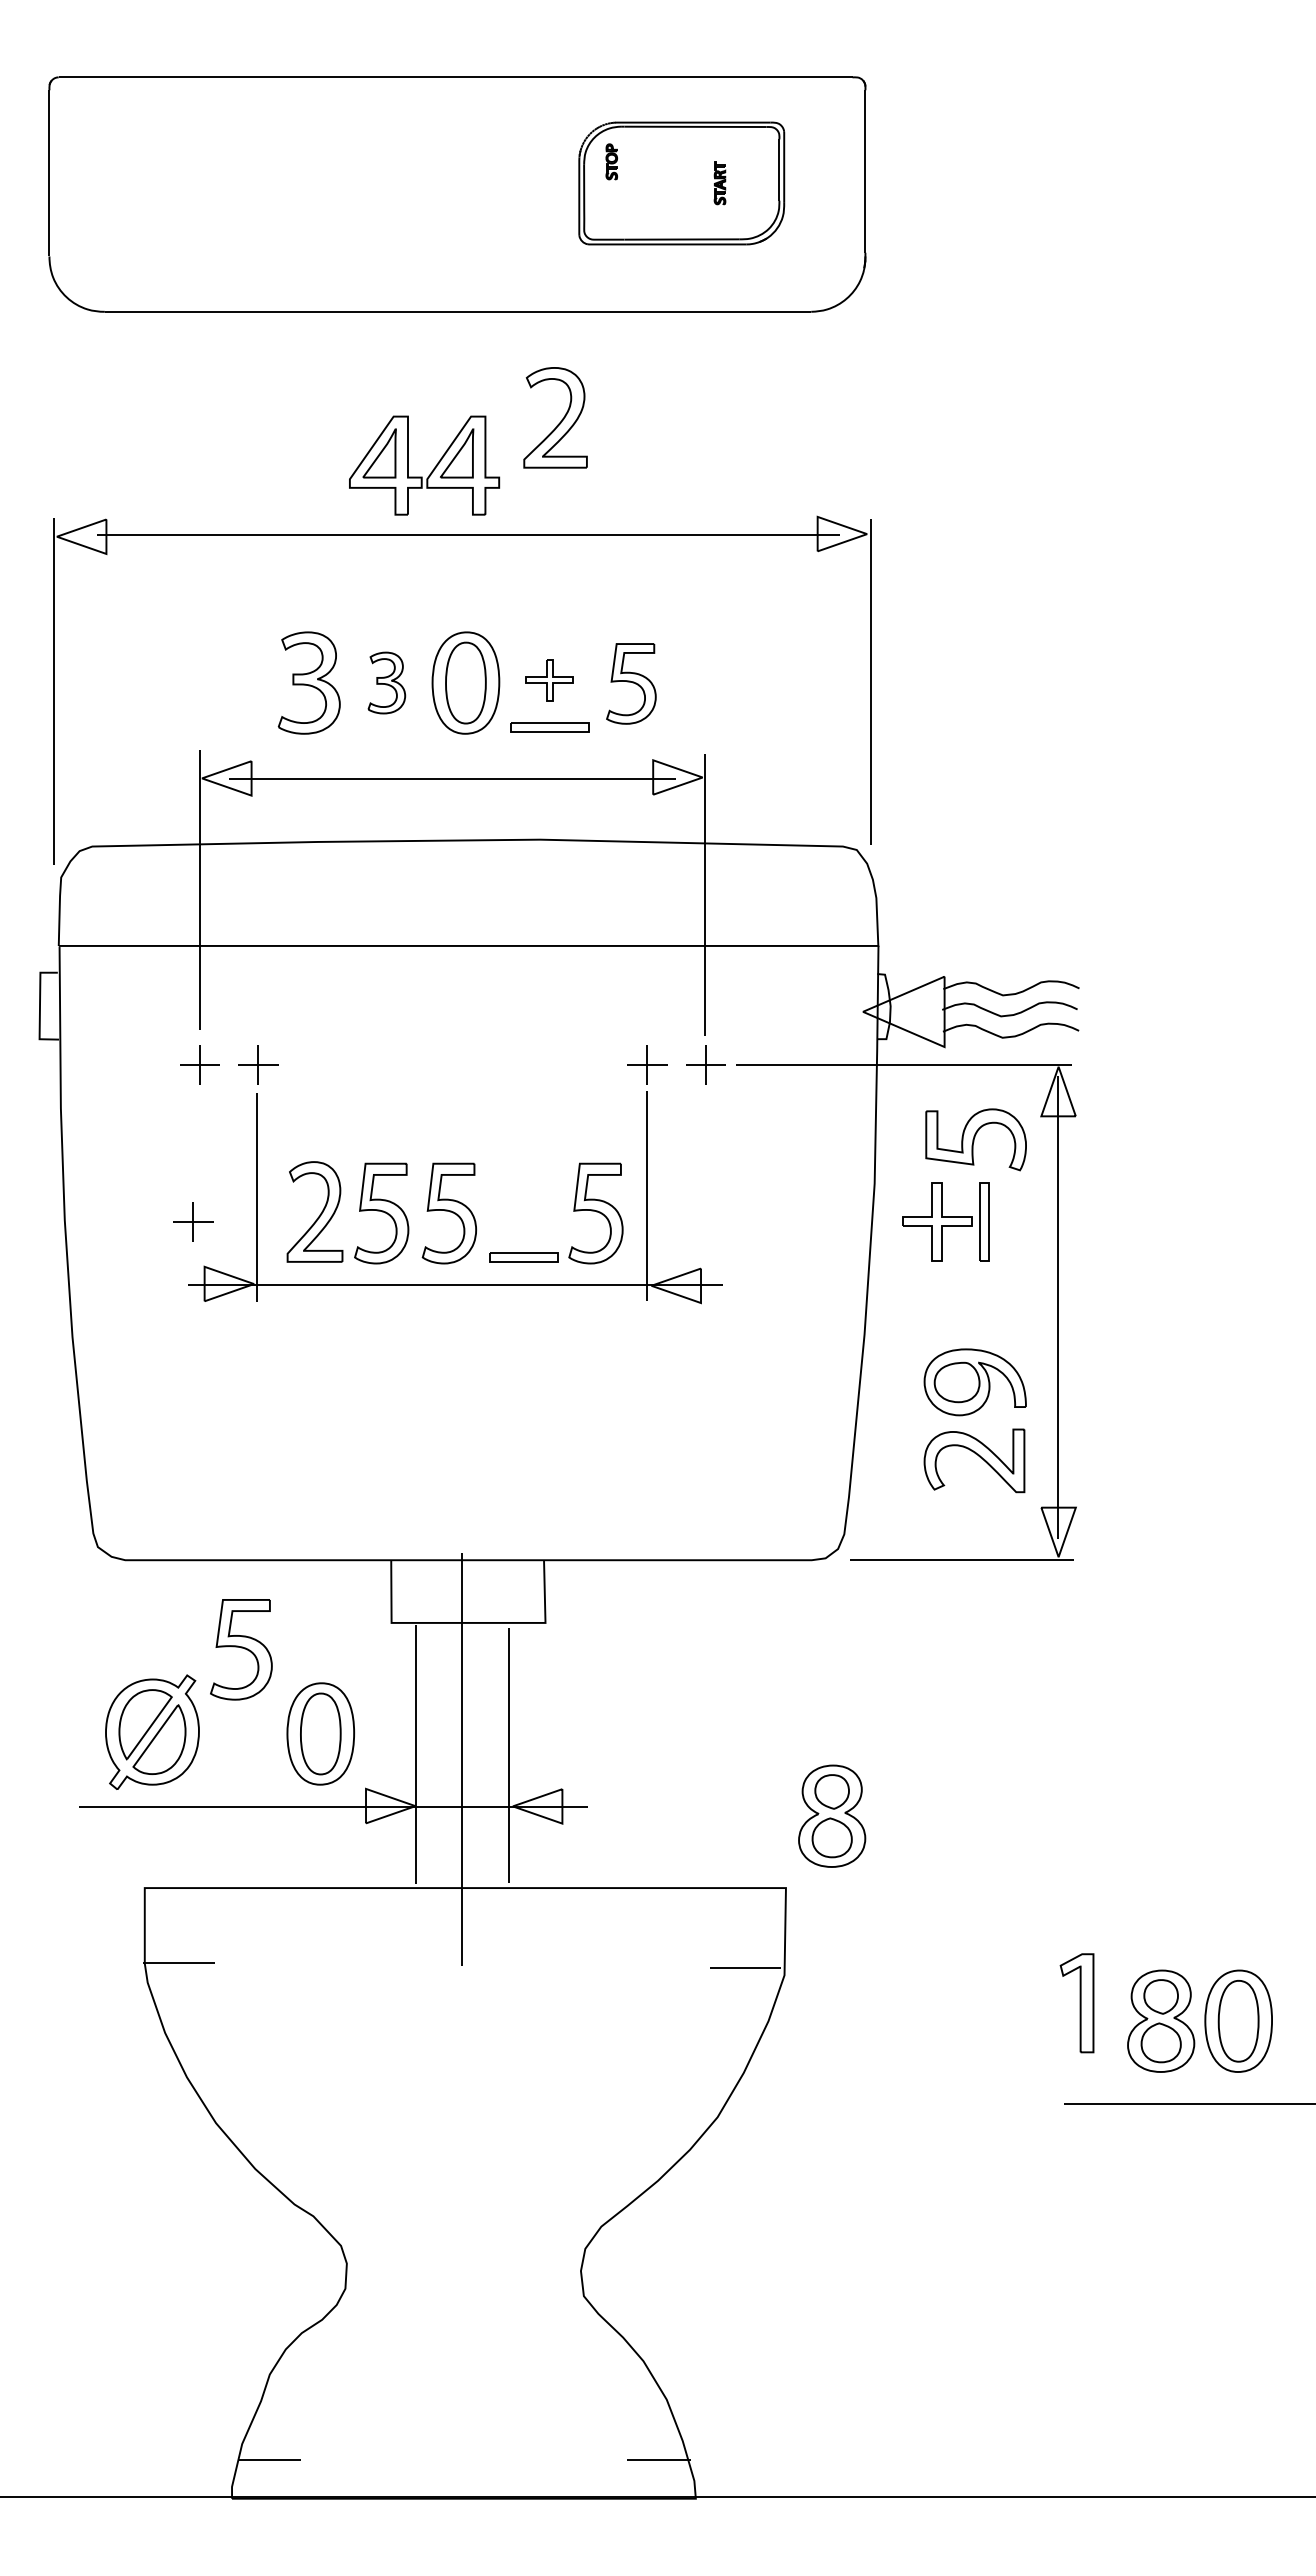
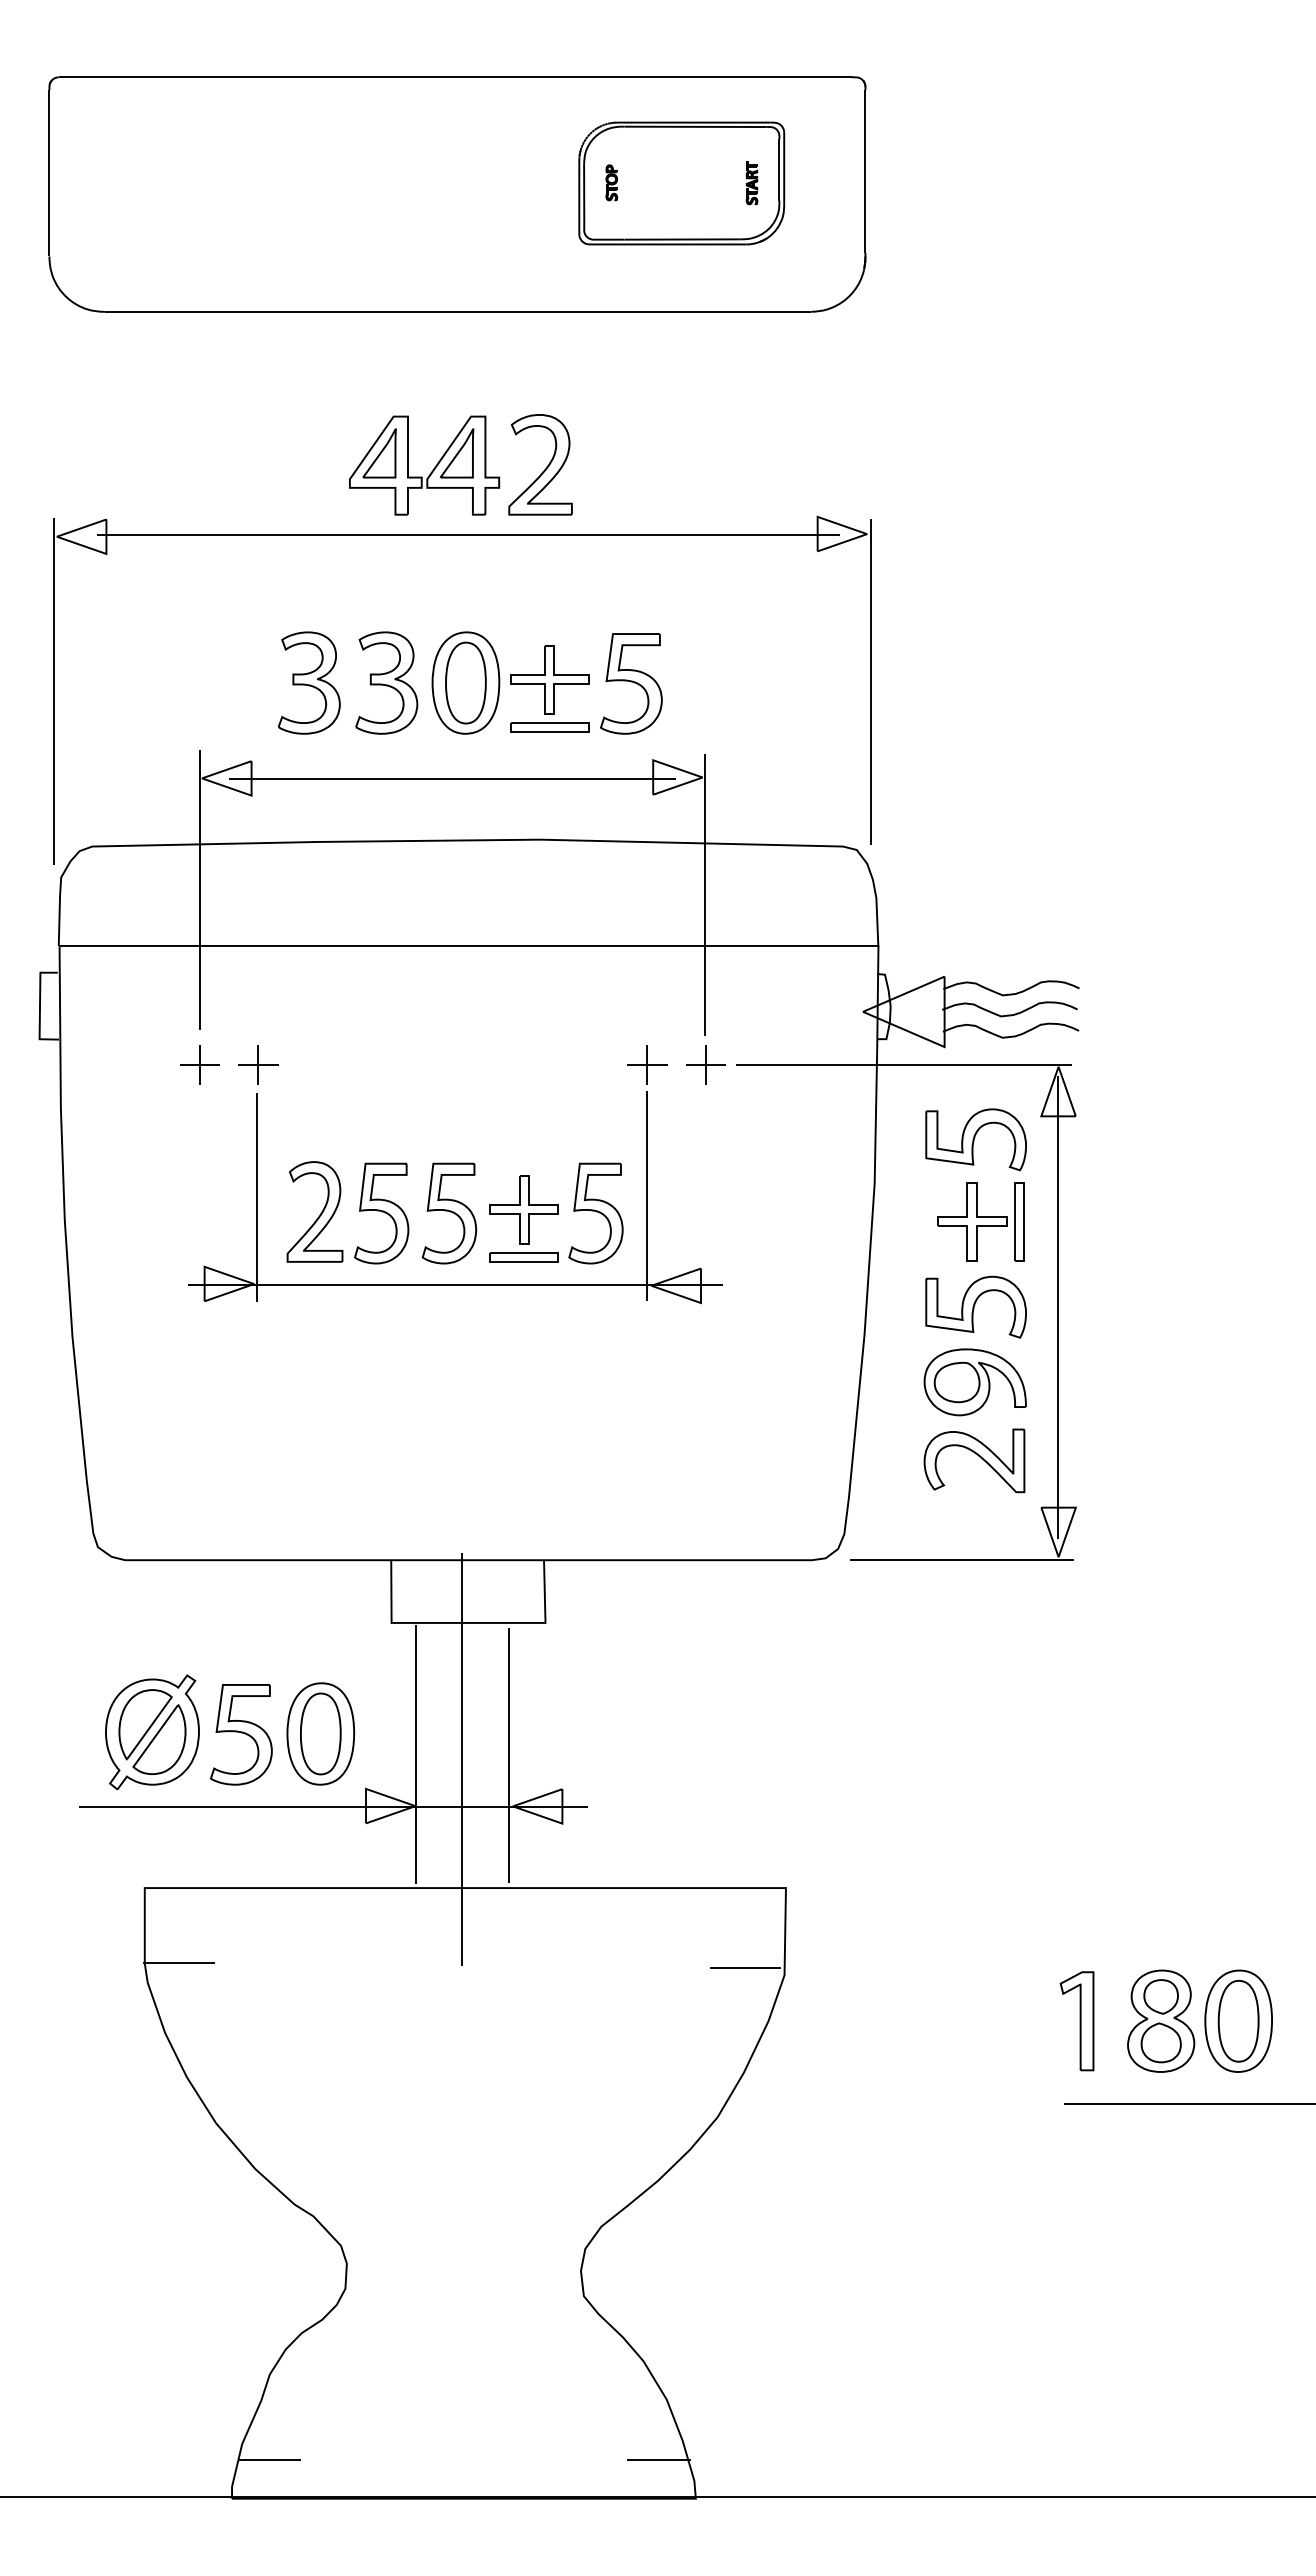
part at (611, 161) position: (611, 161) -> (611, 182)
part at (719, 183) position: (719, 183) -> (751, 183)
part at (561, 419) position: (561, 419) -> (546, 466)
part at (549, 680) size: 49x43 px -> 80x70 px
part at (386, 682) size: 40x64 px -> 64x104 px
part at (631, 683) size: 51x82 px -> 63x102 px
part at (523, 1209): none -> present
part at (193, 1221): present -> none
part at (945, 1221) position: (945, 1221) -> (980, 1221)
part at (975, 1306): none -> present
part at (241, 1649) position: (241, 1649) -> (241, 1734)
part at (832, 1815): present -> none
part at (1076, 2003) position: (1076, 2003) -> (1076, 2021)
